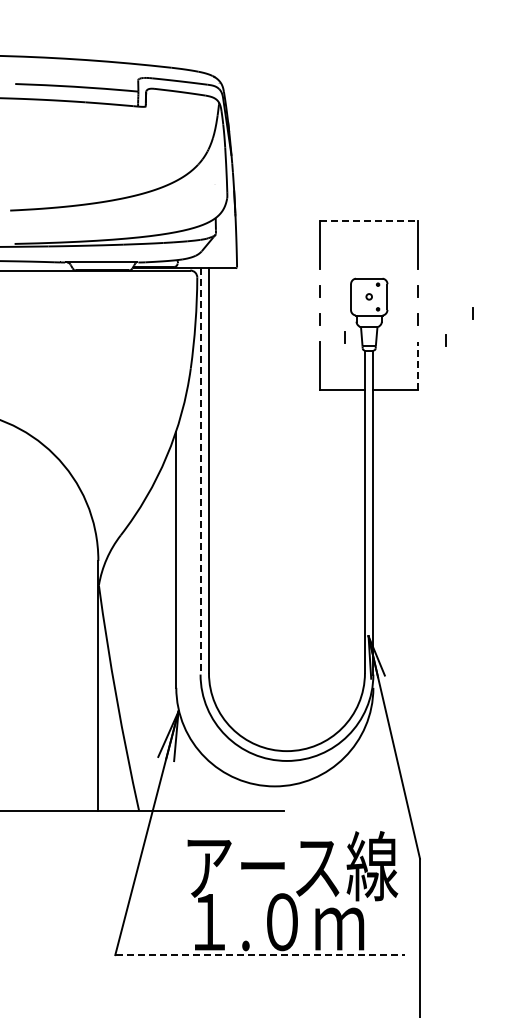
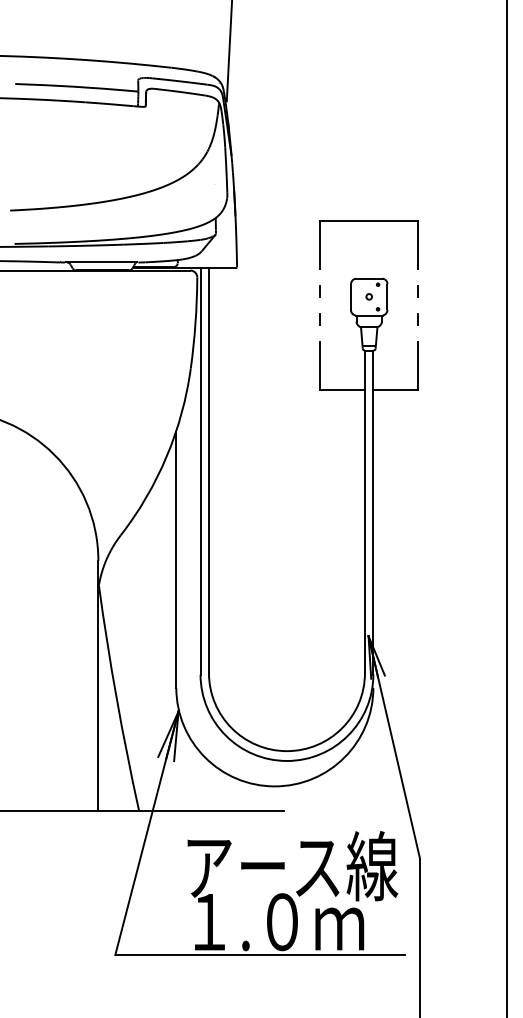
line at (229, 51): none -> present
line at (369, 221): dashed -> solid
line at (472, 313): present -> none
line at (344, 337): present -> none
line at (445, 340): present -> none
line at (418, 365): dashed -> solid
line at (200, 471): dashed -> solid
line at (507, 508): none -> present
line at (260, 955): dashed -> solid
